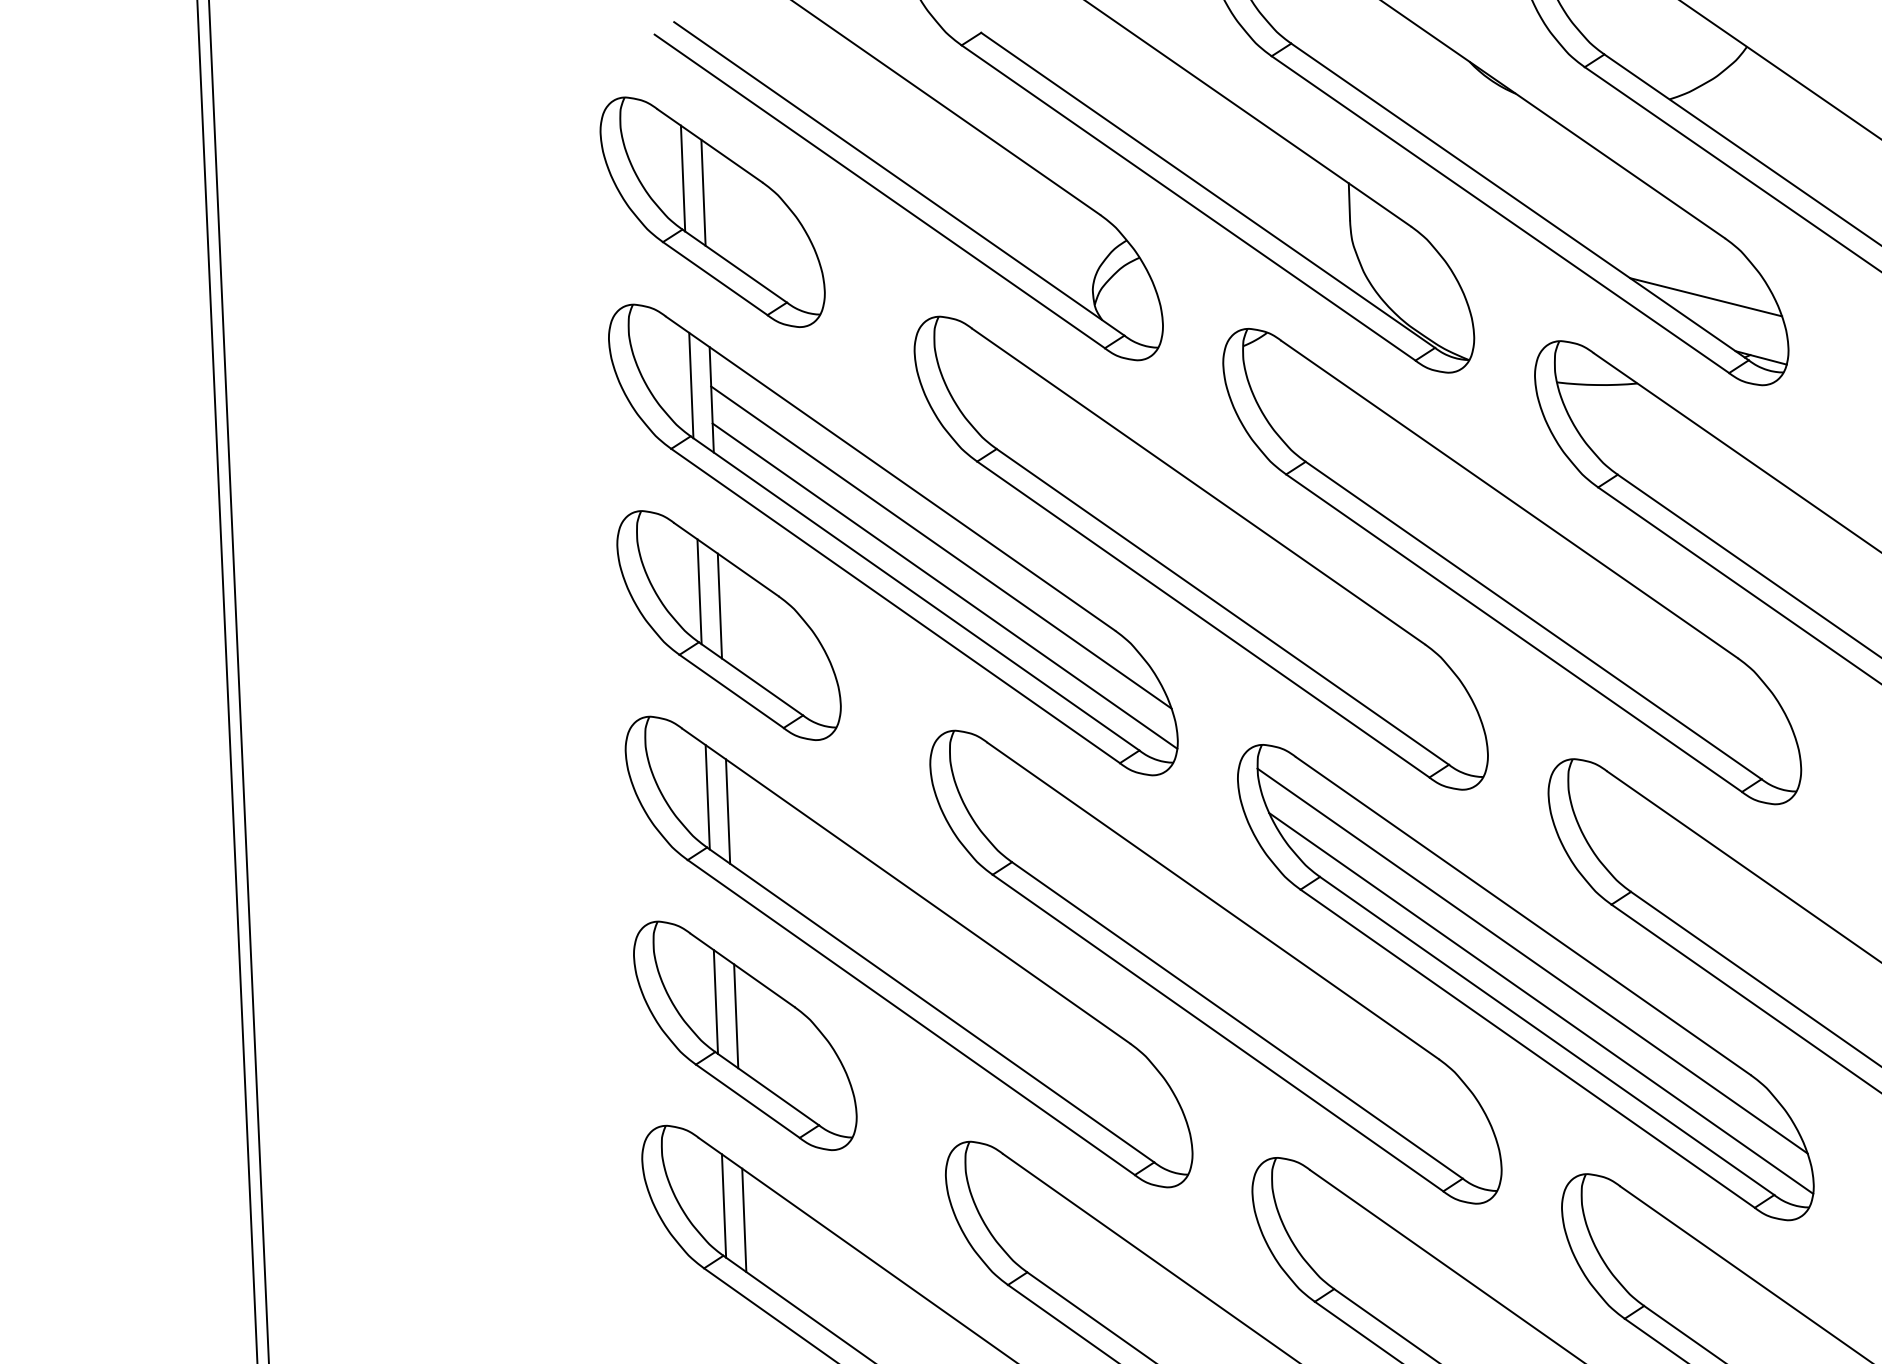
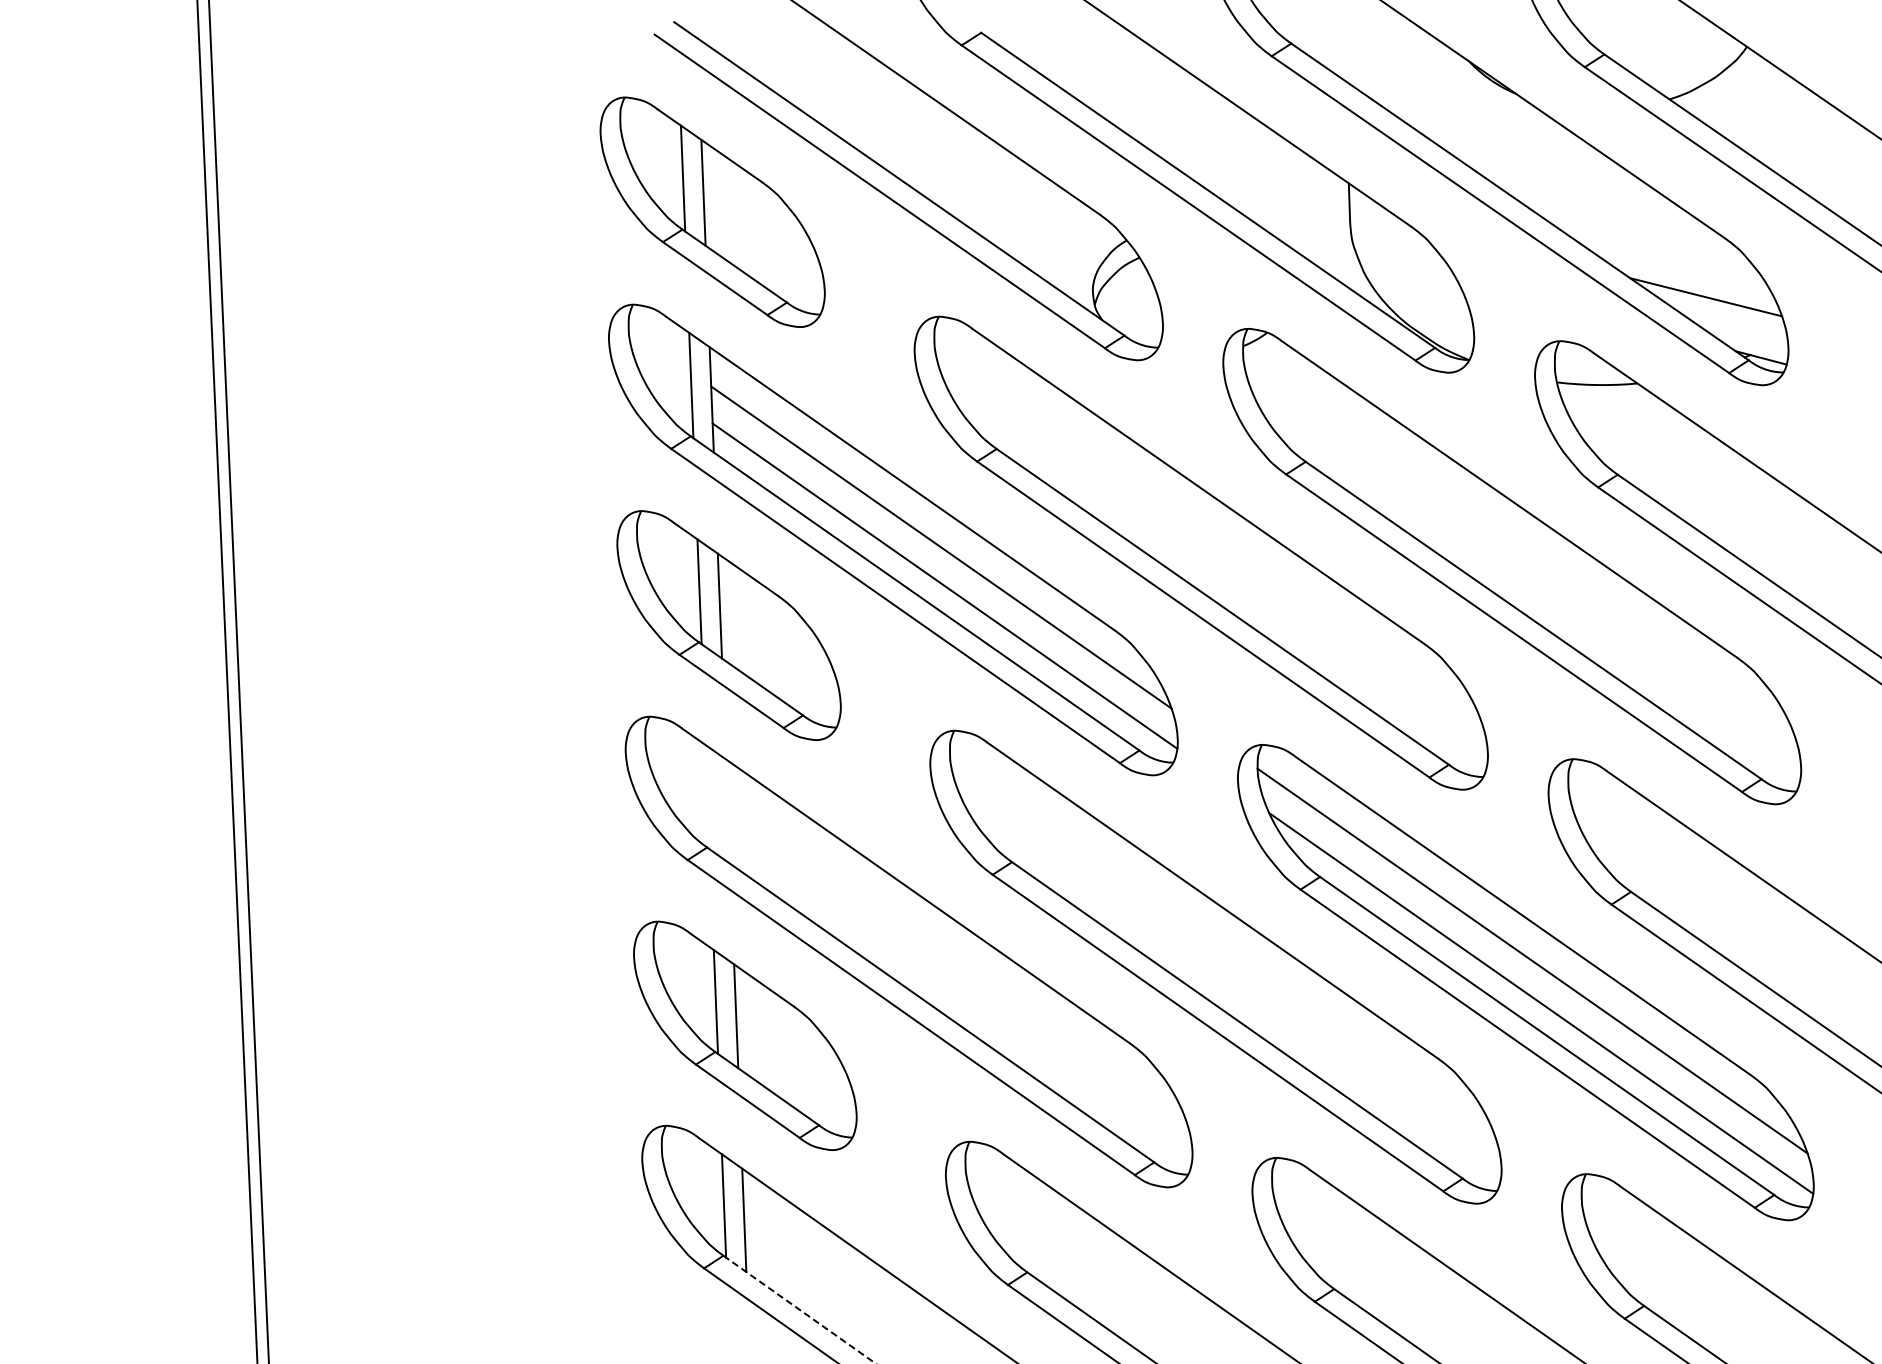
line at (707, 797): present -> none
line at (728, 811): present -> none
line at (800, 1310): solid -> dashed
